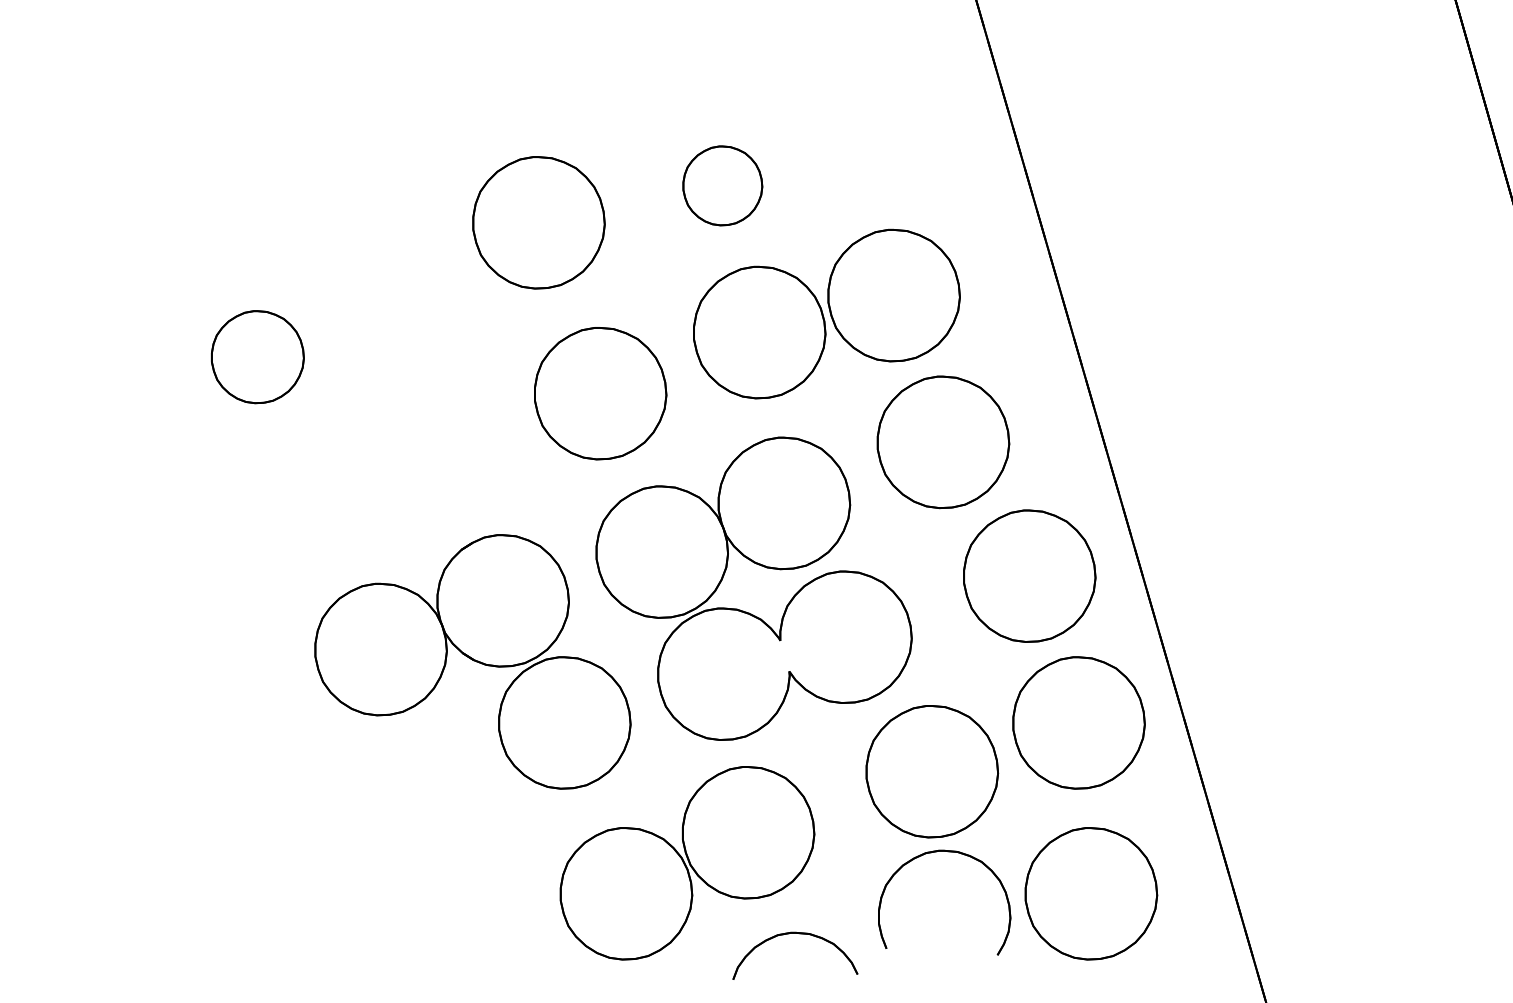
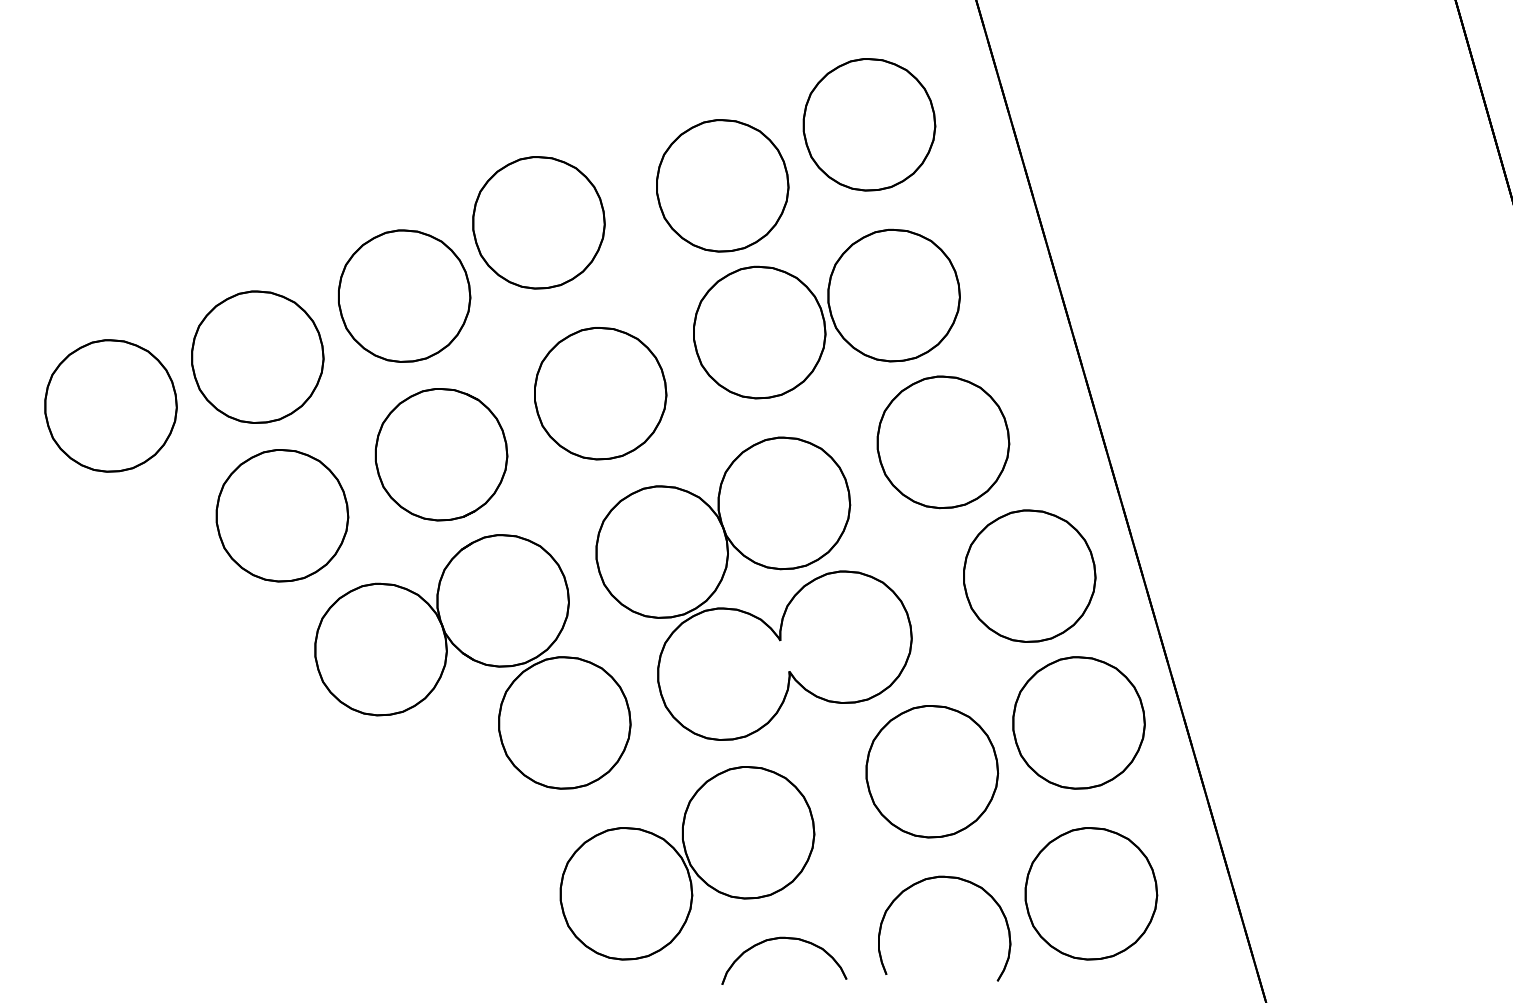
part at (869, 124): none -> present
part at (722, 185) size: 82x82 px -> 134x134 px
part at (404, 295): none -> present
part at (257, 357) size: 94x95 px -> 134x134 px
part at (110, 405): none -> present
part at (441, 454): none -> present
part at (282, 515): none -> present
part at (948, 852) position: (948, 852) -> (948, 878)
part at (799, 934) position: (799, 934) -> (788, 939)
